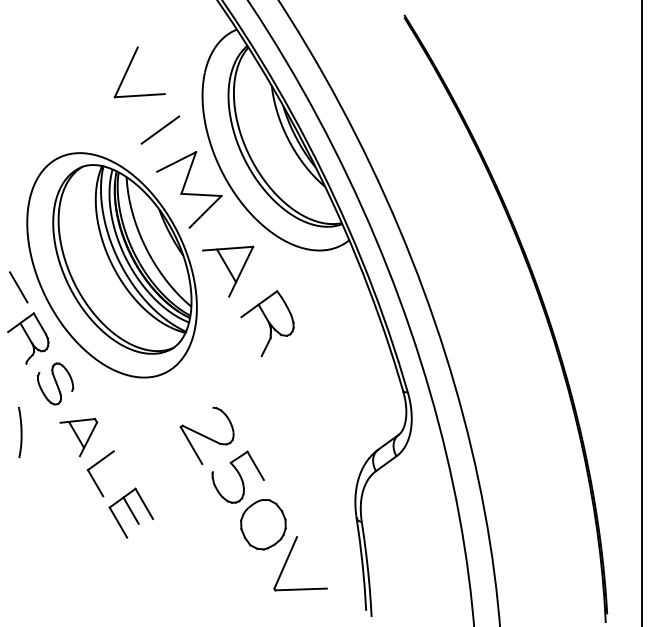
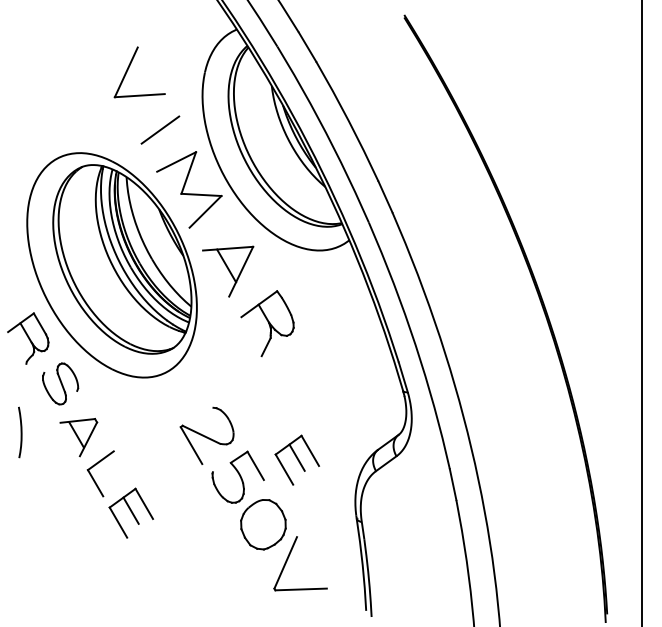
line at (18, 287): present -> none
part at (55, 383) position: (55, 383) -> (60, 383)
part at (296, 459): none -> present
